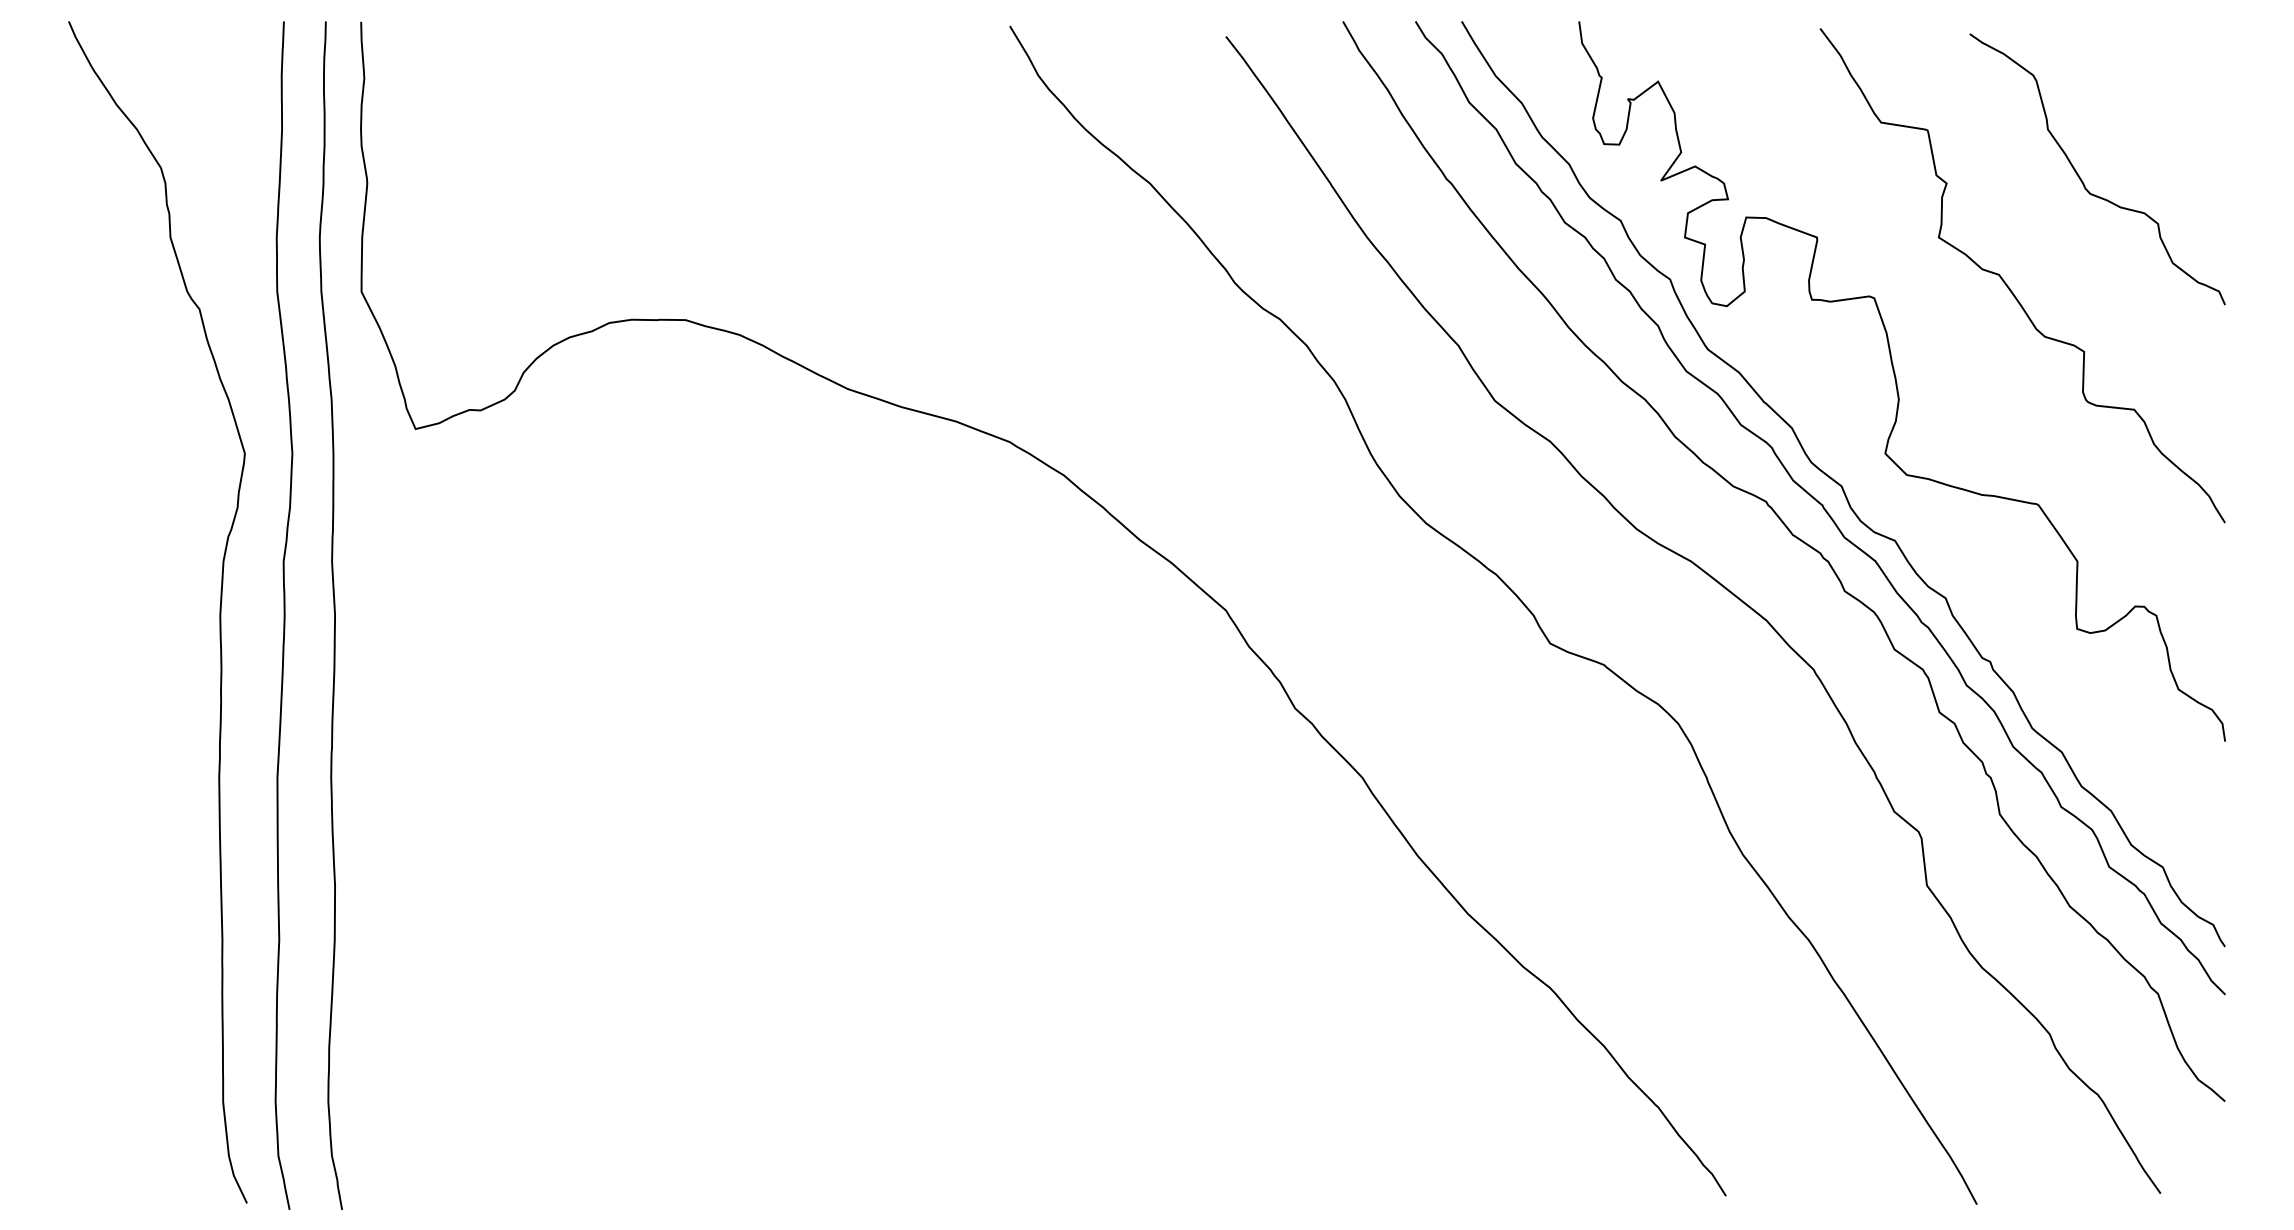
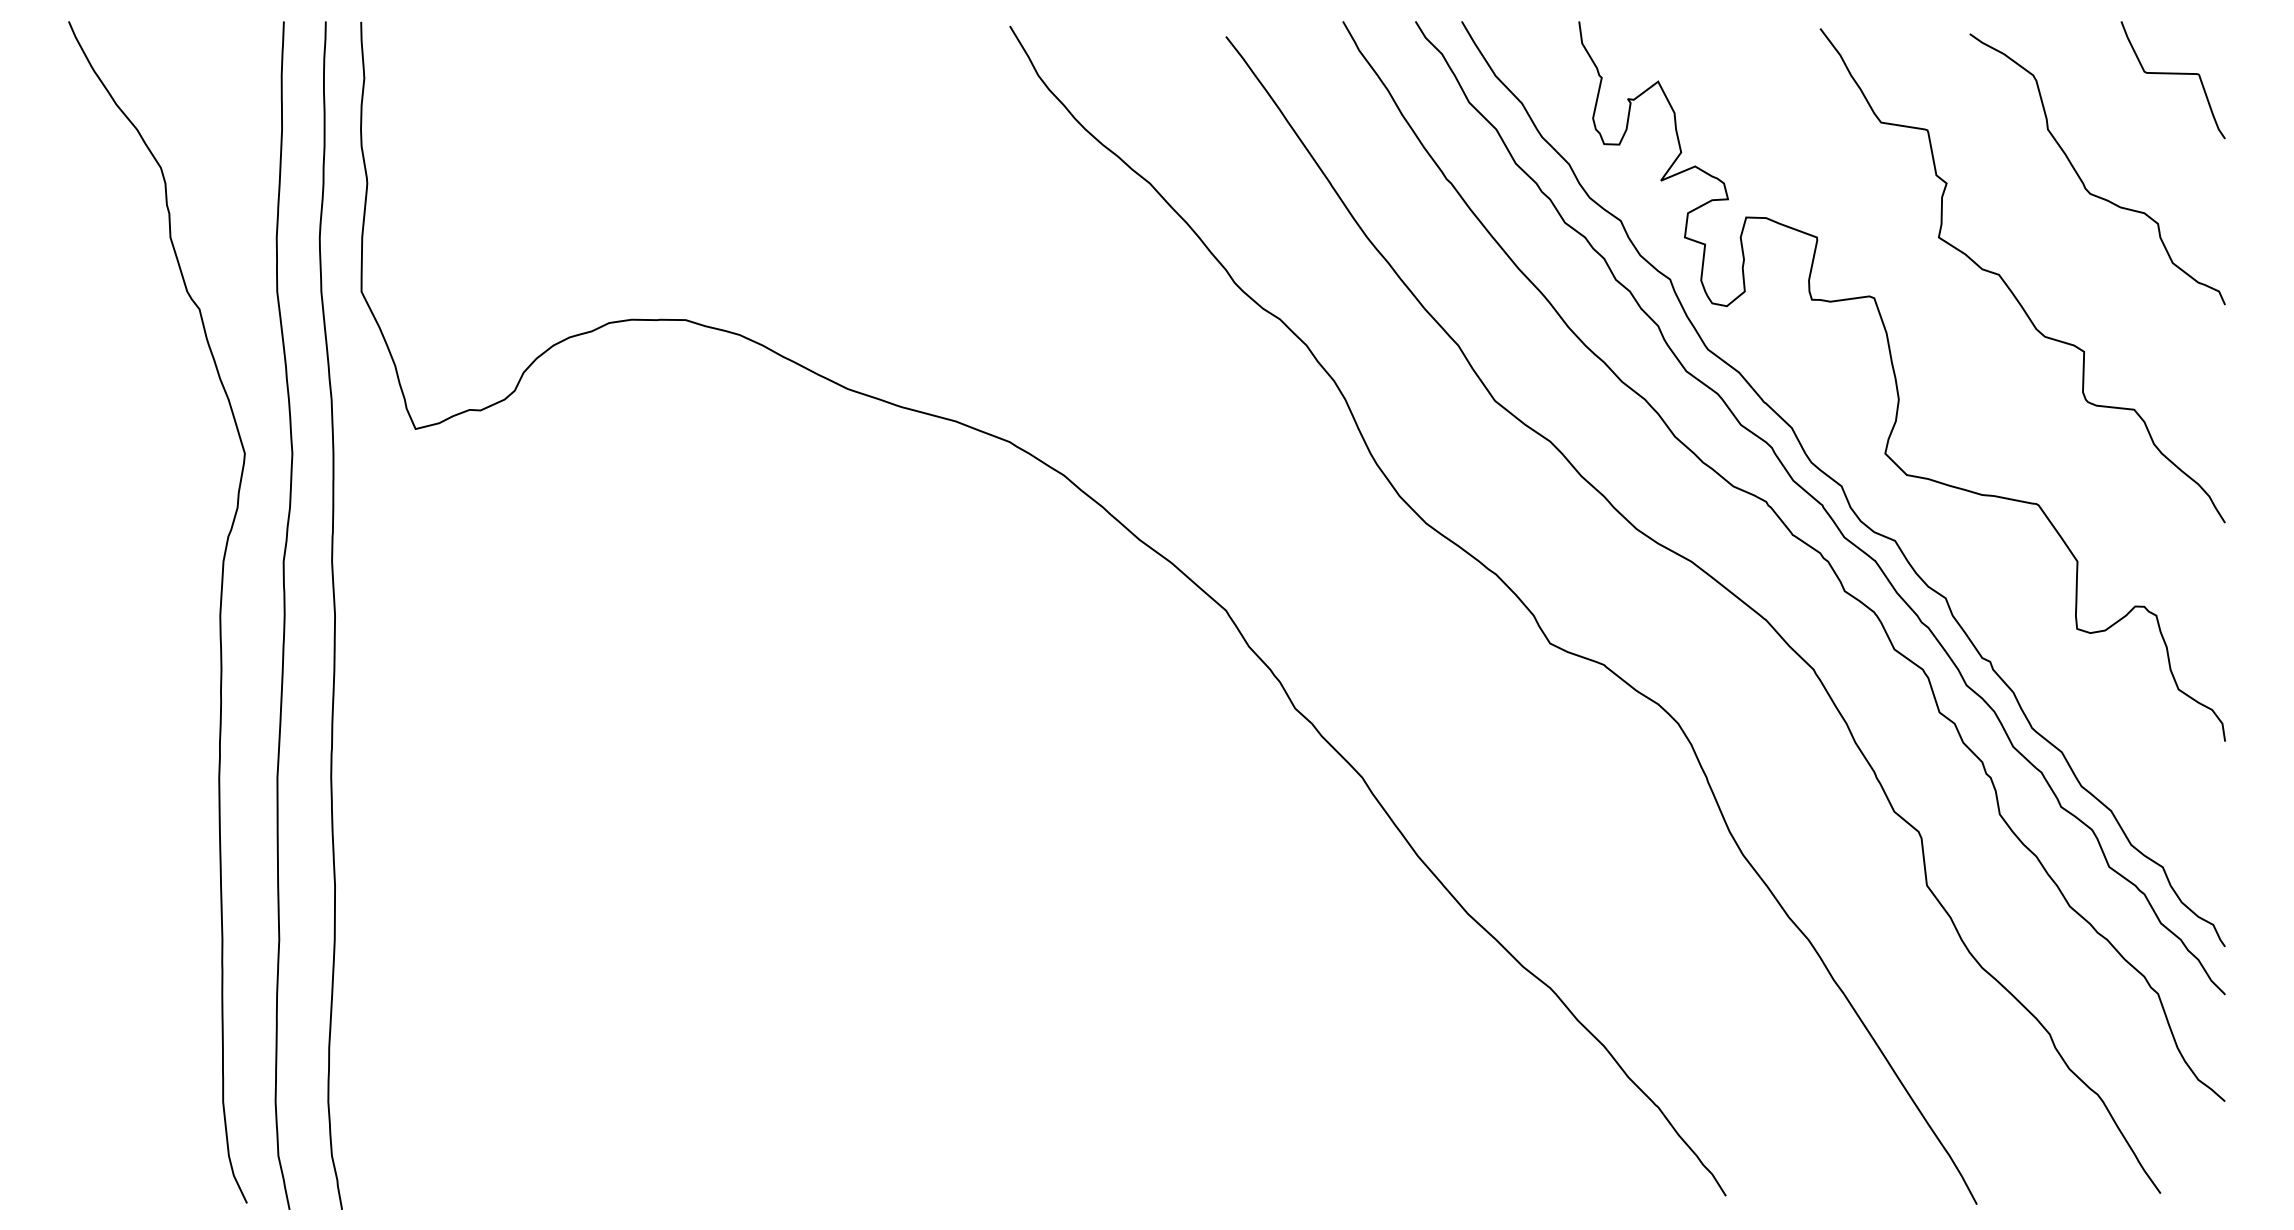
curve at (2172, 74): none -> present
